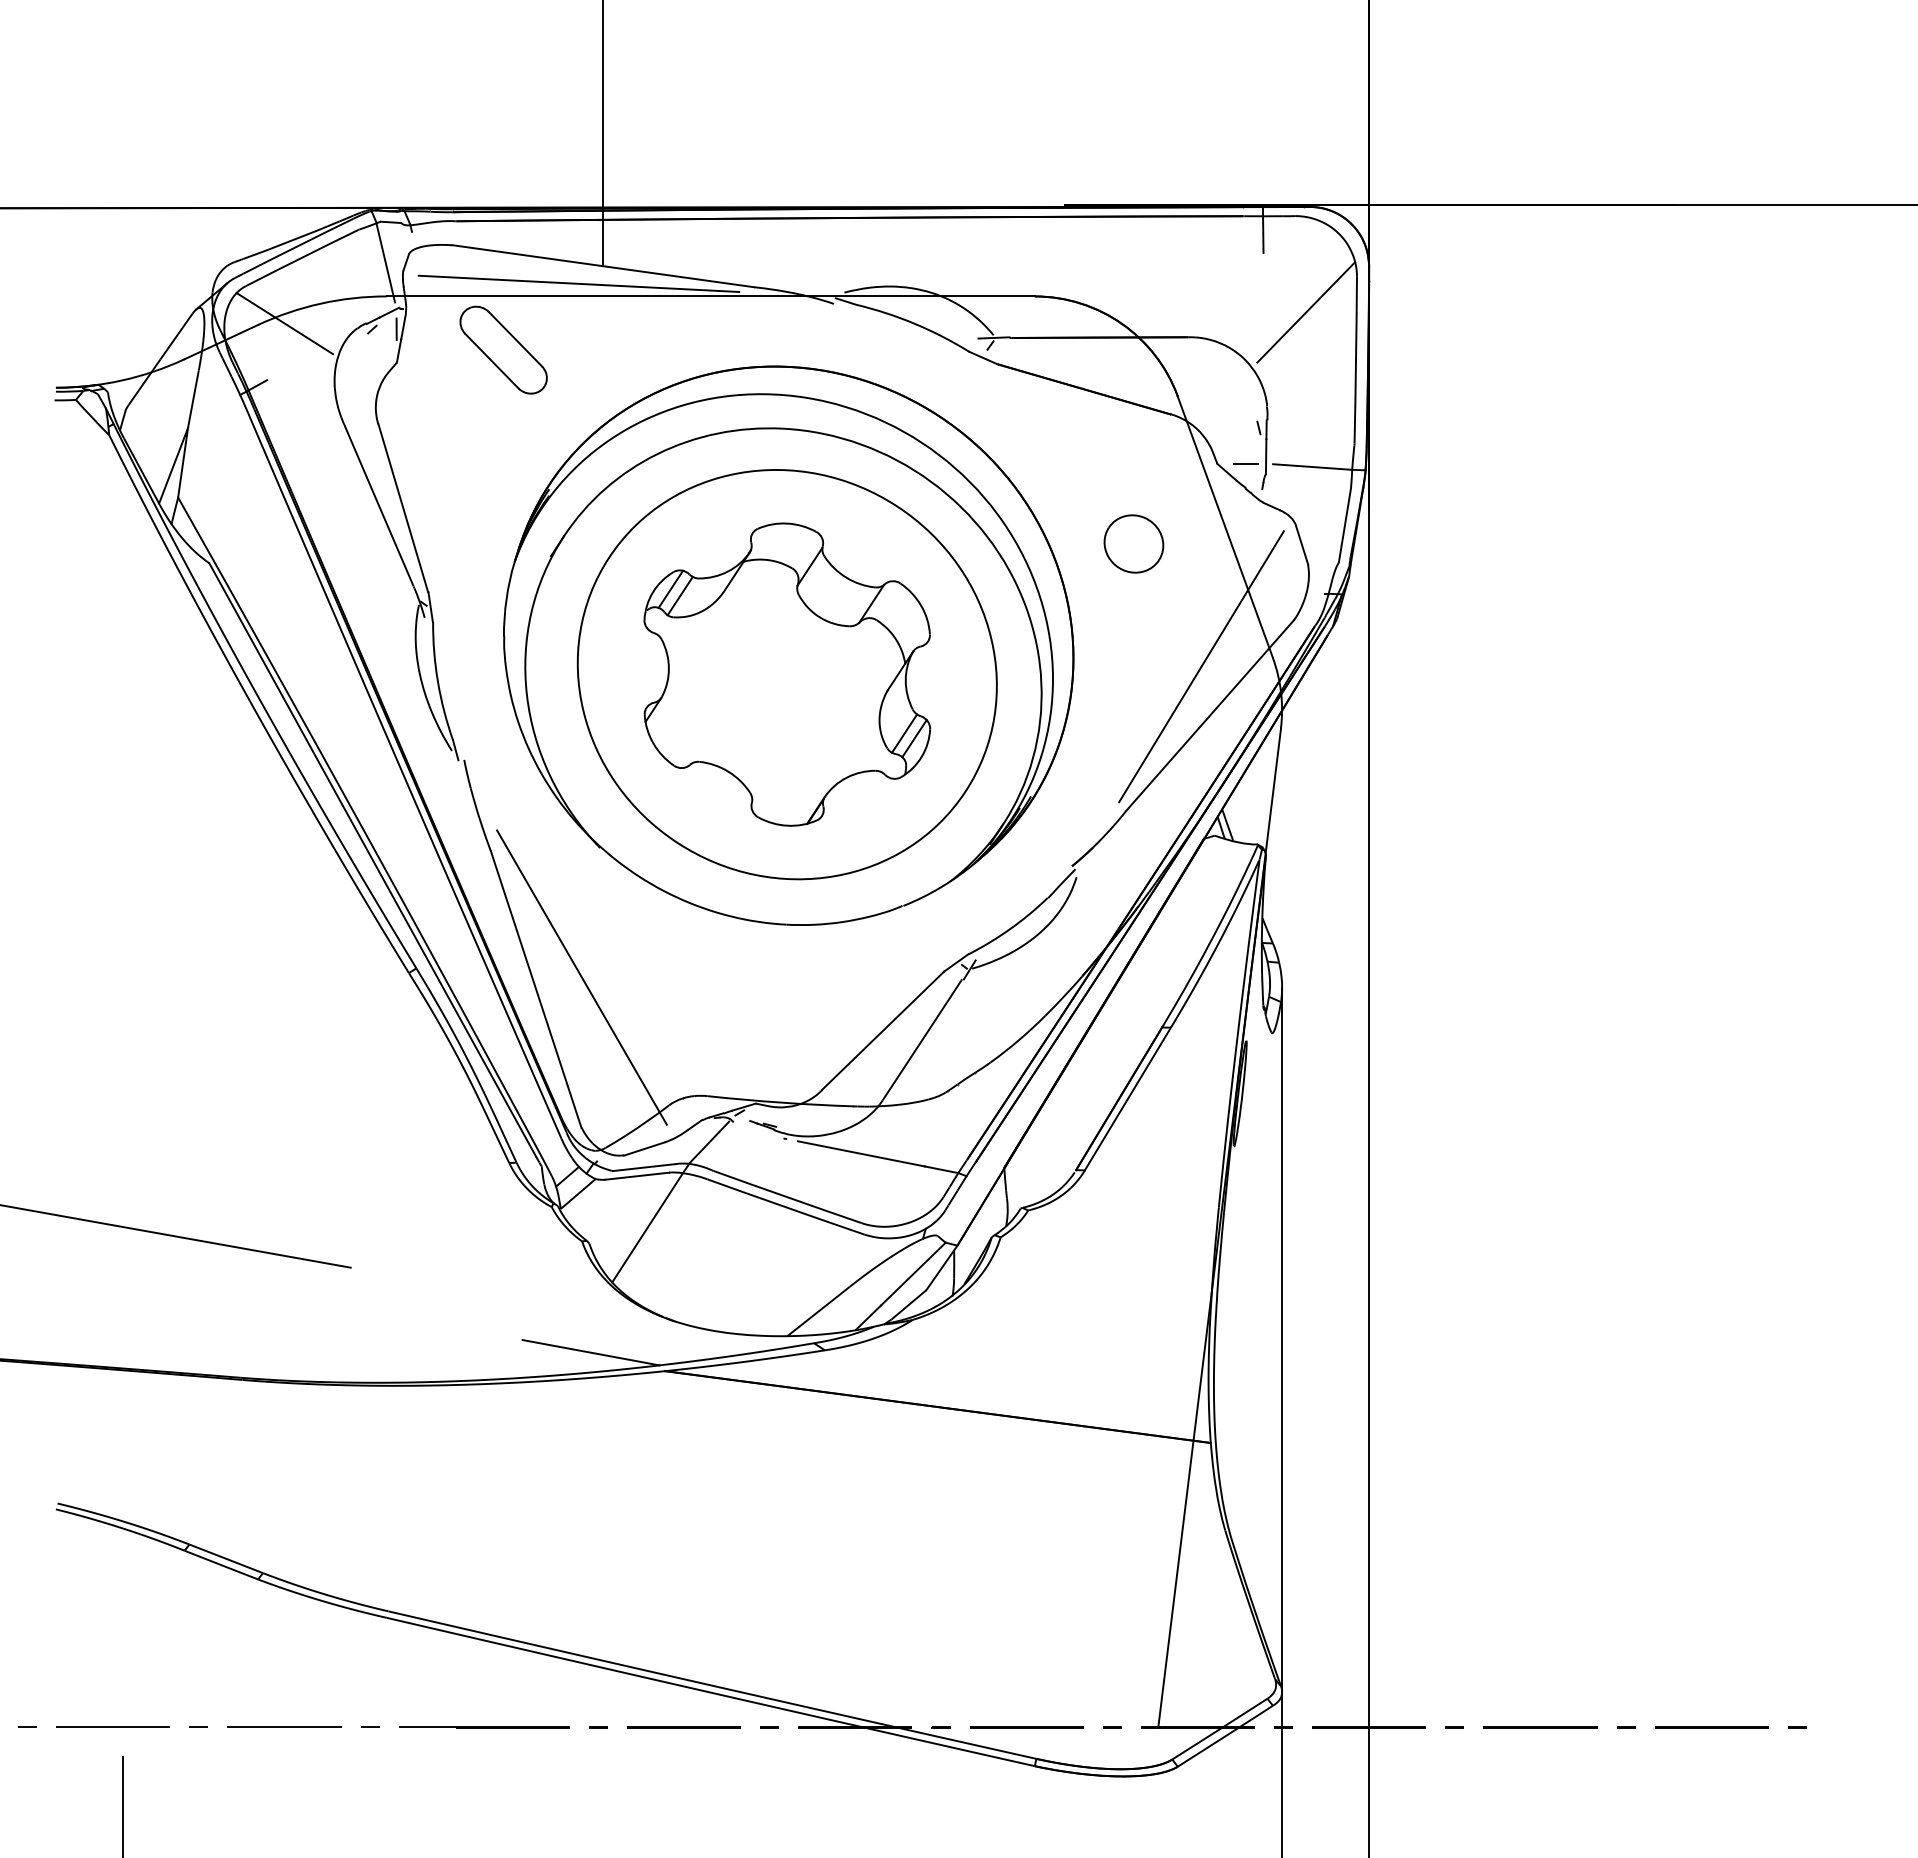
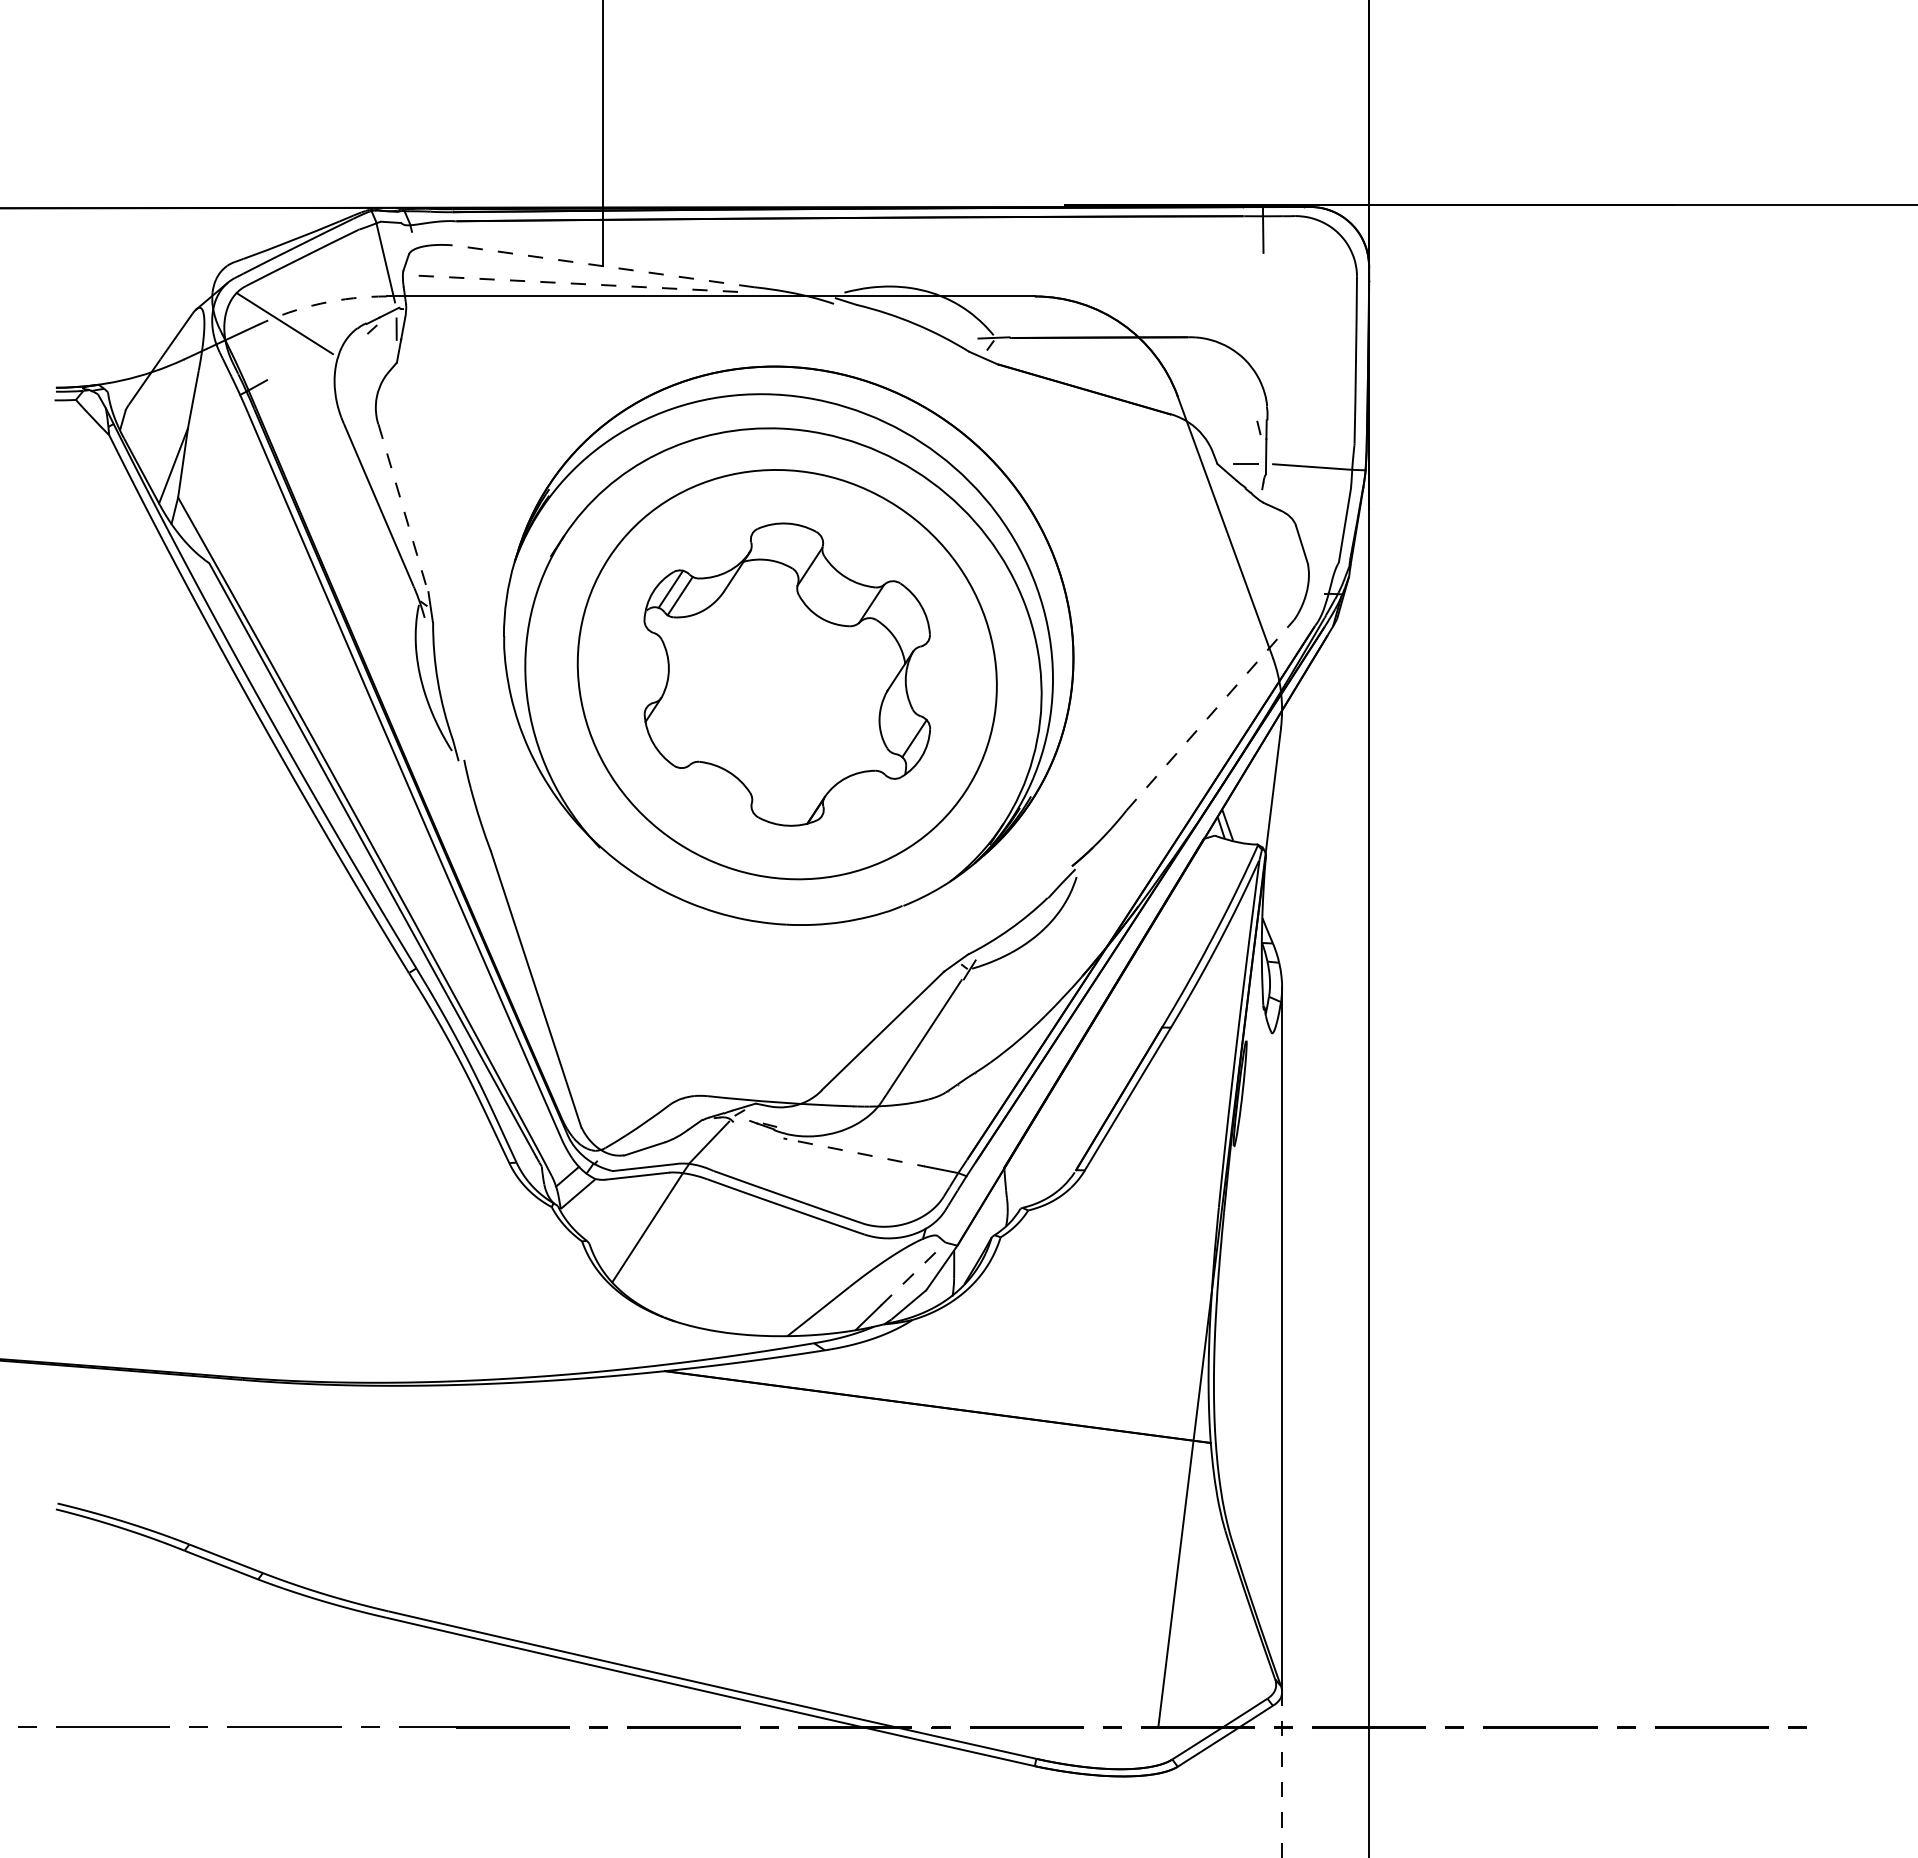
line at (602, 266): solid -> dashed
line at (579, 283): solid -> dashed
arc at (320, 303): solid -> dashed
line at (1306, 312): present -> none
part at (503, 349): present -> none
line at (403, 508): solid -> dashed
part at (1133, 543): present -> none
line at (1201, 666): present -> none
line at (1210, 715): solid -> dashed
line at (904, 733): present -> none
line at (581, 977): present -> none
line at (861, 1153): solid -> dashed
line at (176, 1236): present -> none
line at (913, 1273): solid -> dashed
line at (590, 1352): present -> none
line at (1282, 1774): solid -> dashed
line at (123, 1805): present -> none
